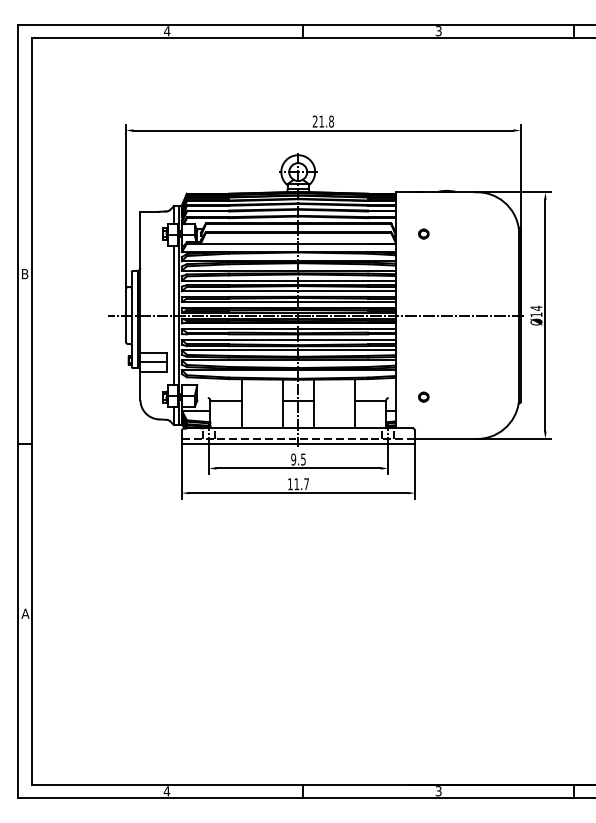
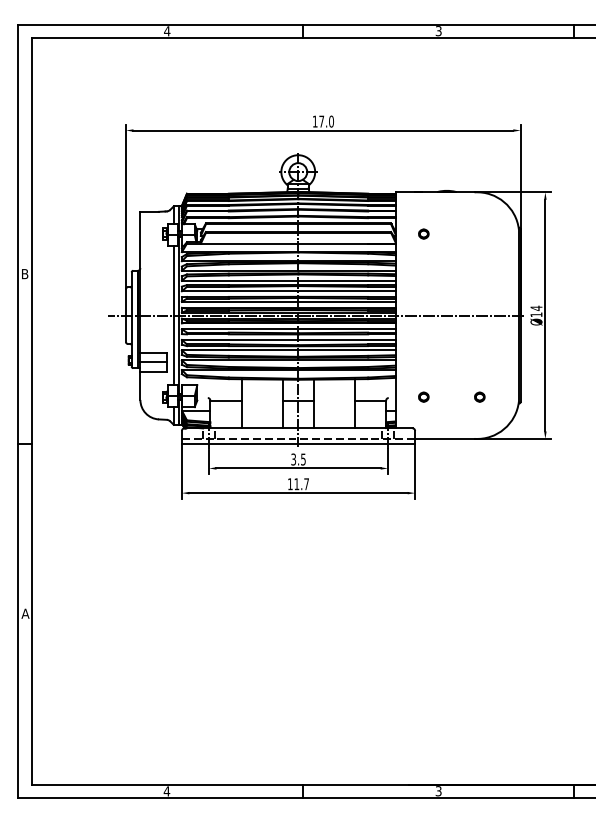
text at (322, 121): 21.8 -> 17.0
part at (479, 396): none -> present
text at (293, 459): 9.5 -> 3.5
